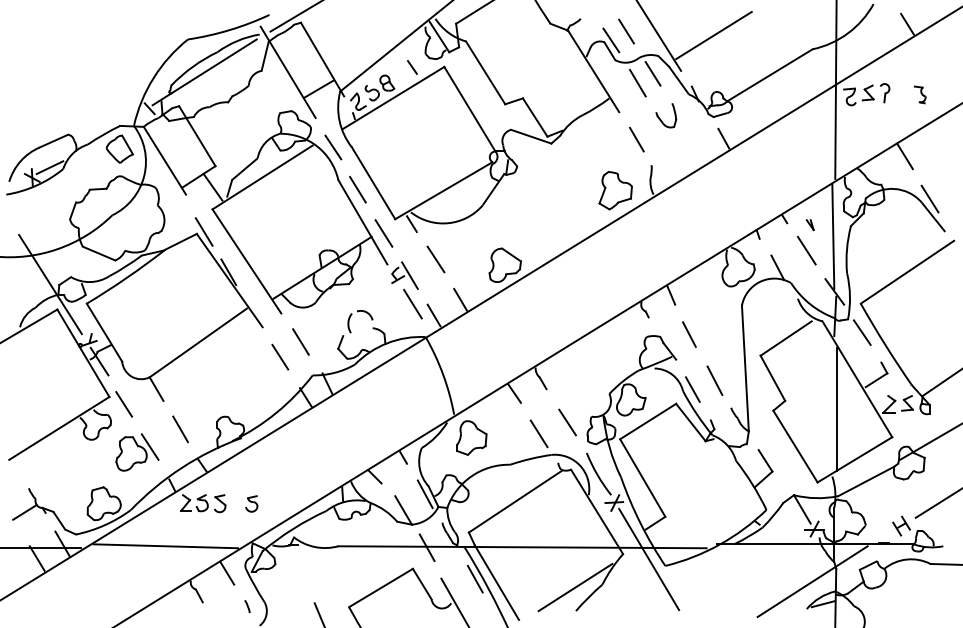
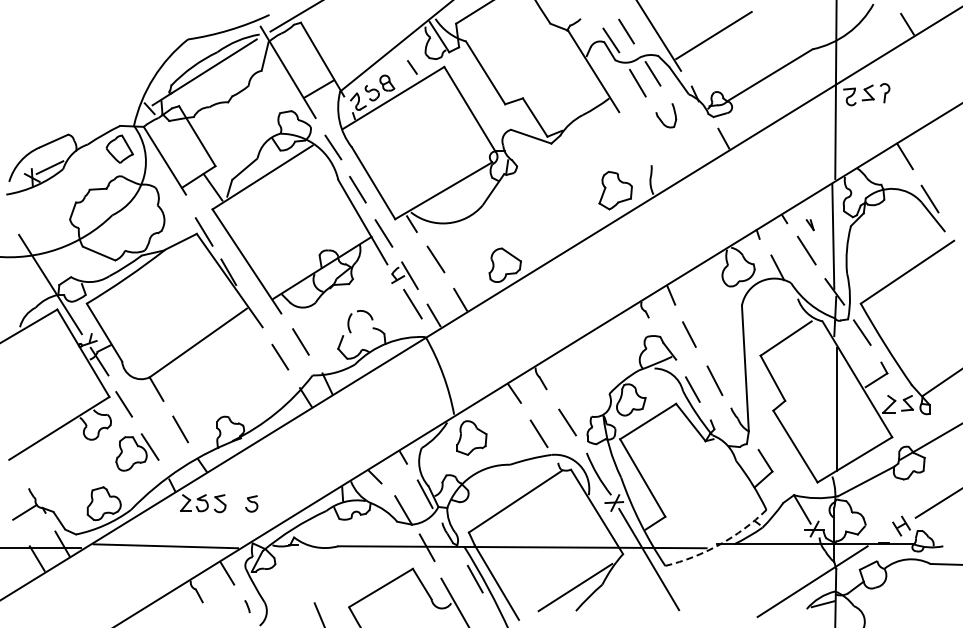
part at (920, 94): present -> none
line at (636, 139): present -> none
arc at (719, 544): solid -> dashed
